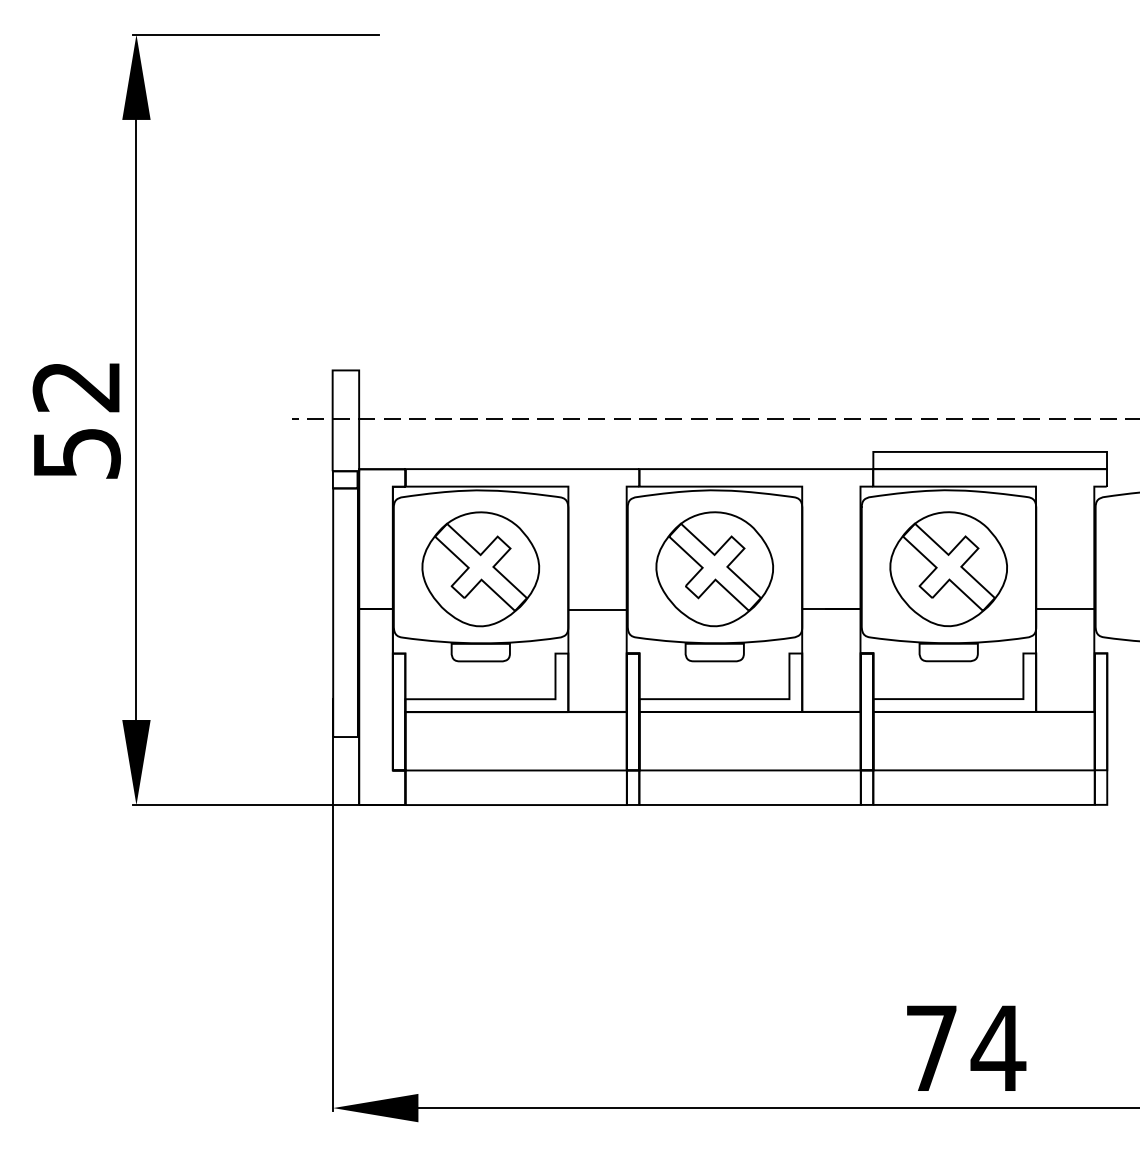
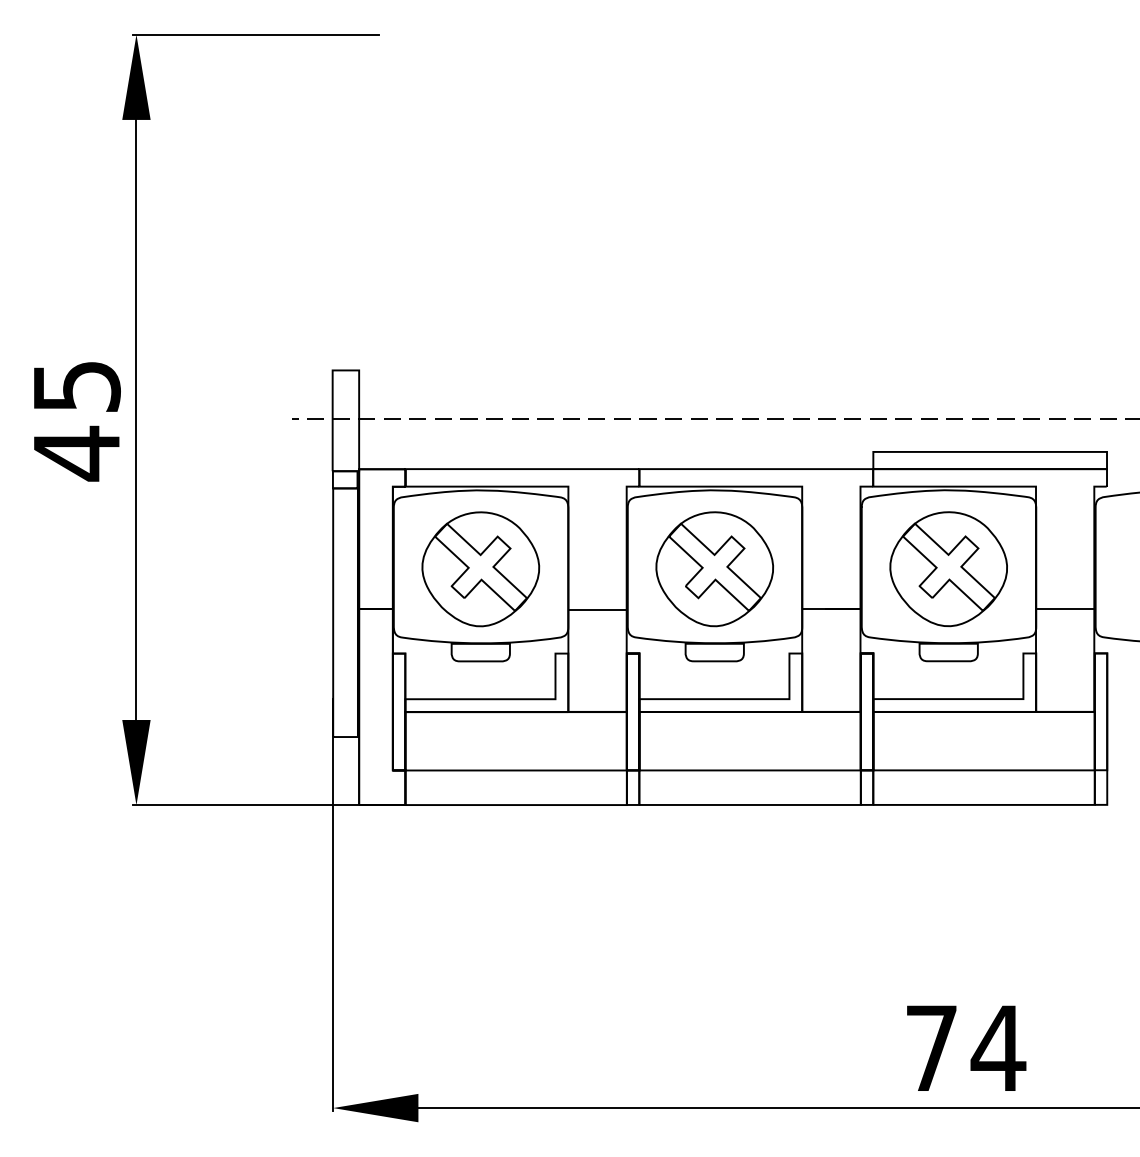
text at (76, 421): 52 -> 45
